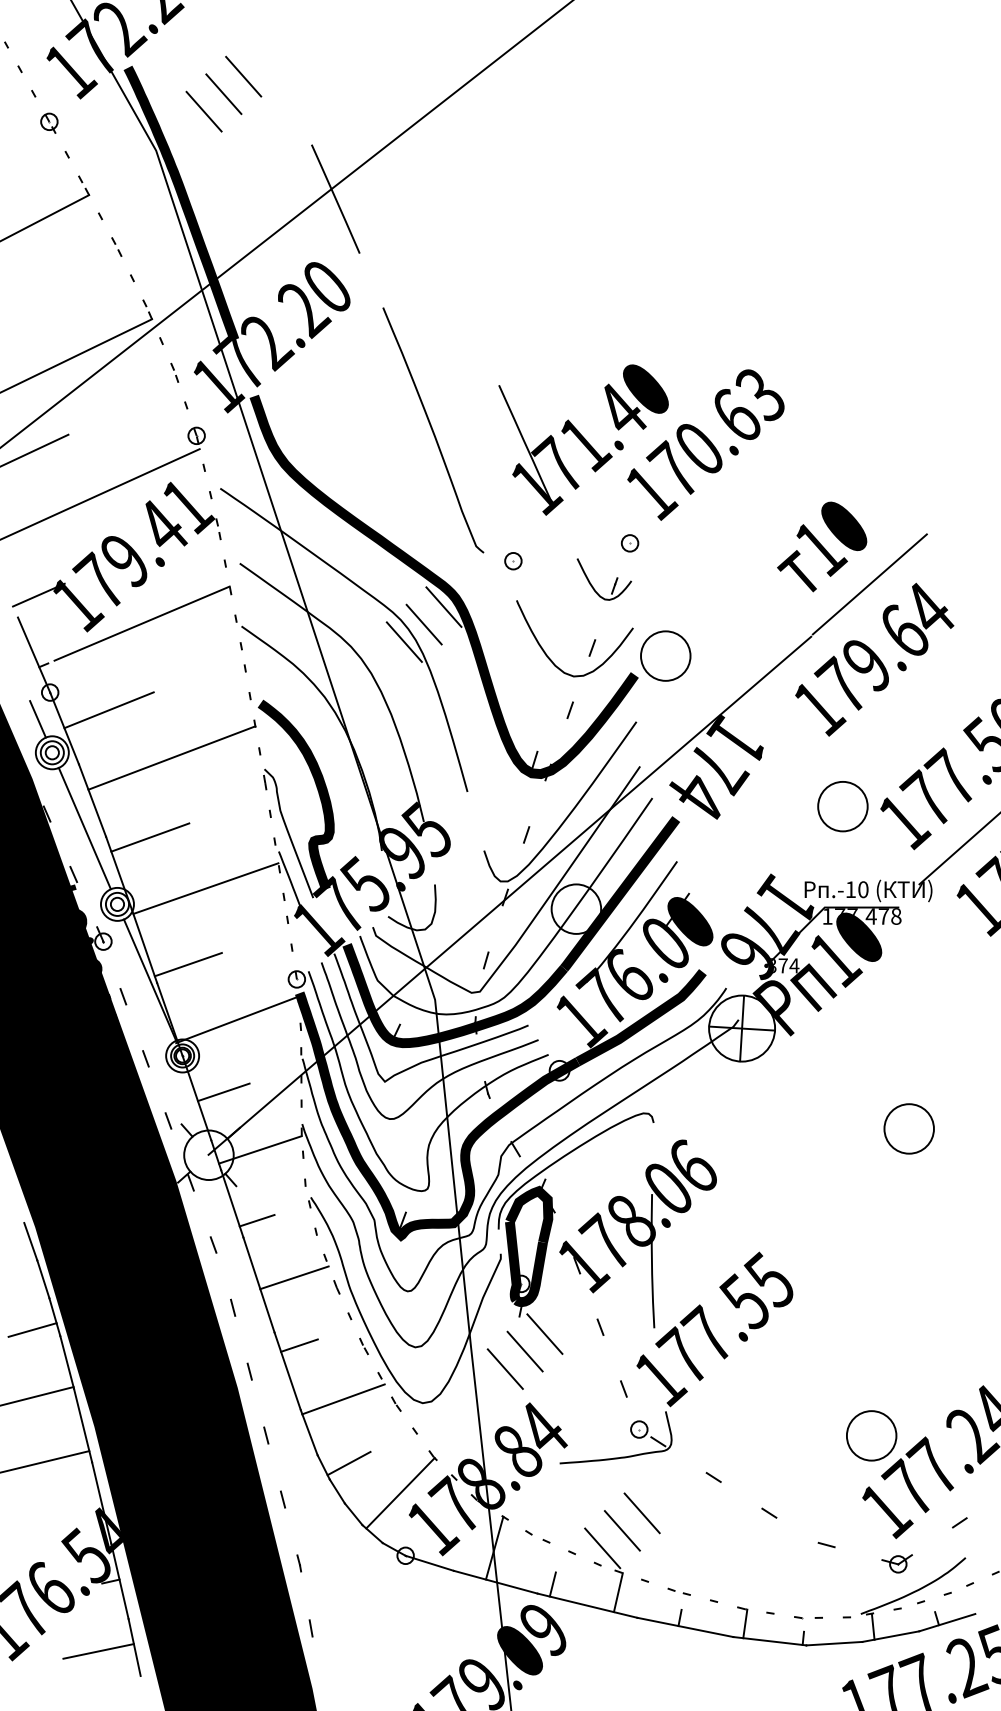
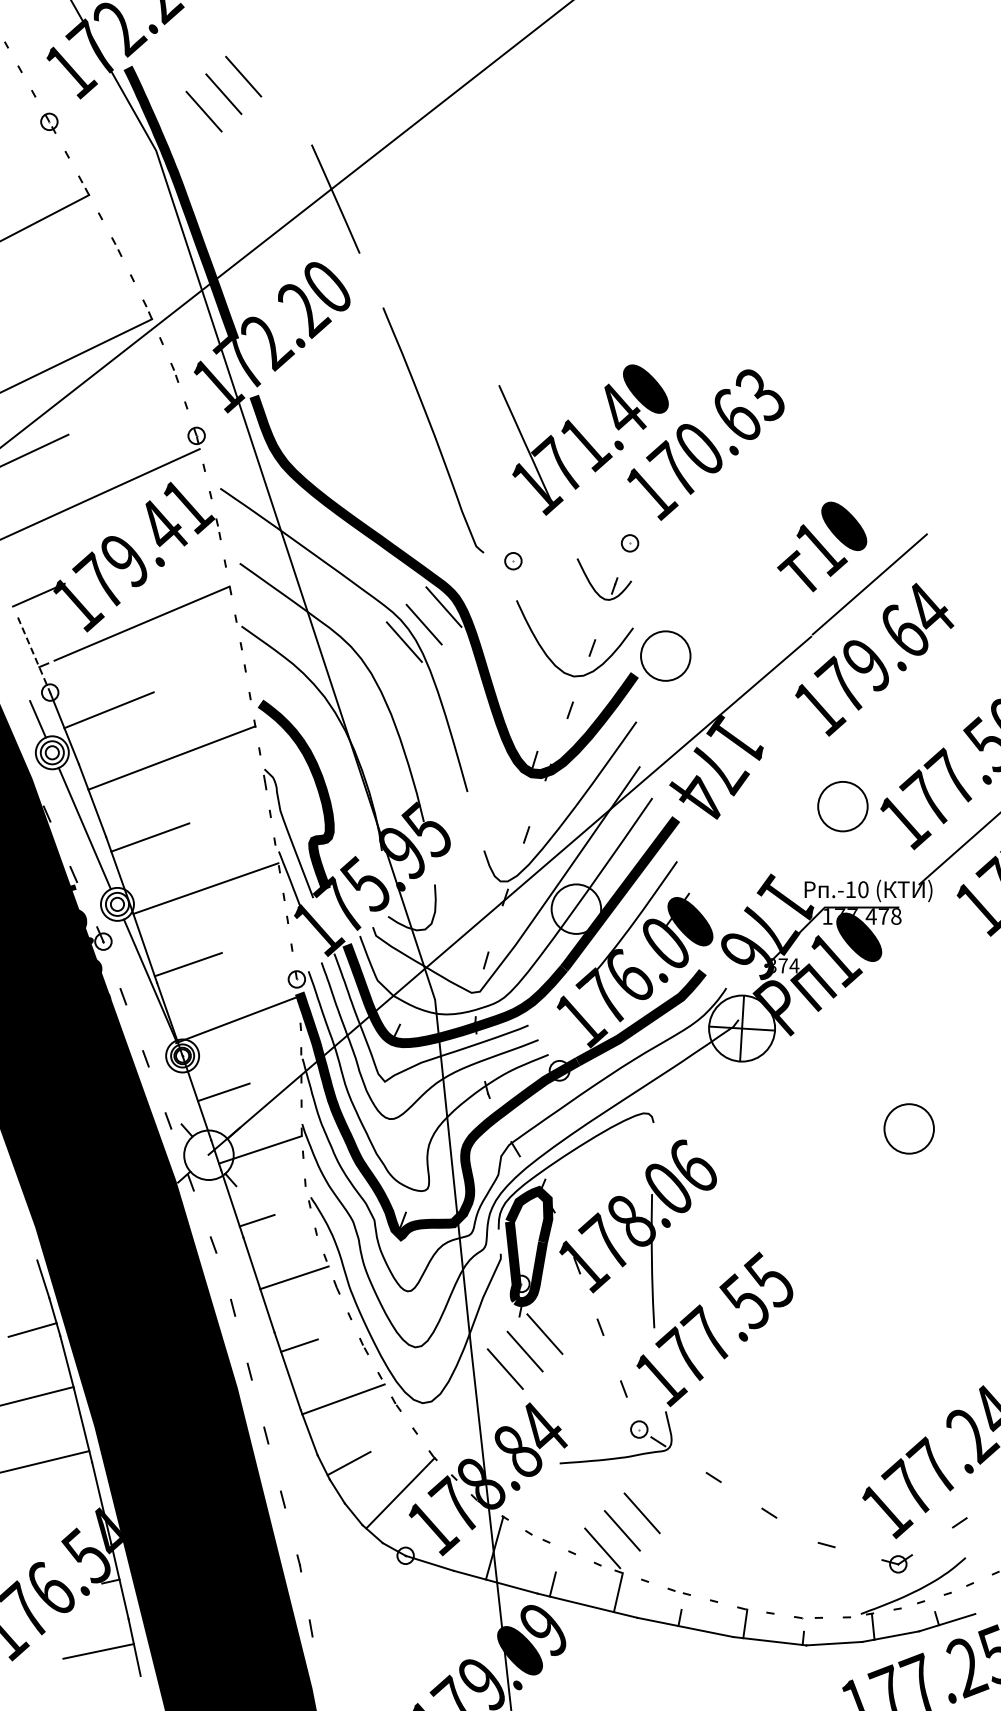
line at (34, 655): solid -> dashed
line at (30, 1241): present -> none
part at (871, 1435): present -> none
